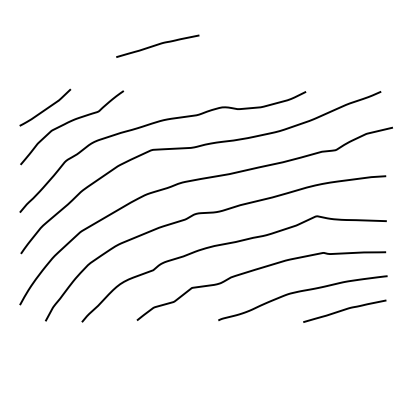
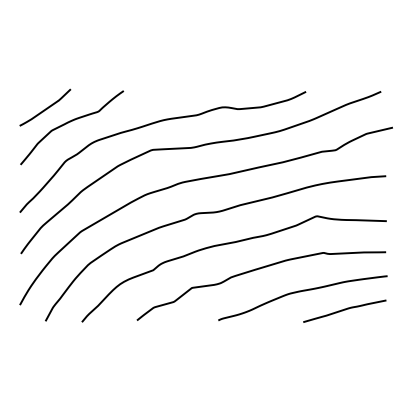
curve at (157, 45): present -> none
